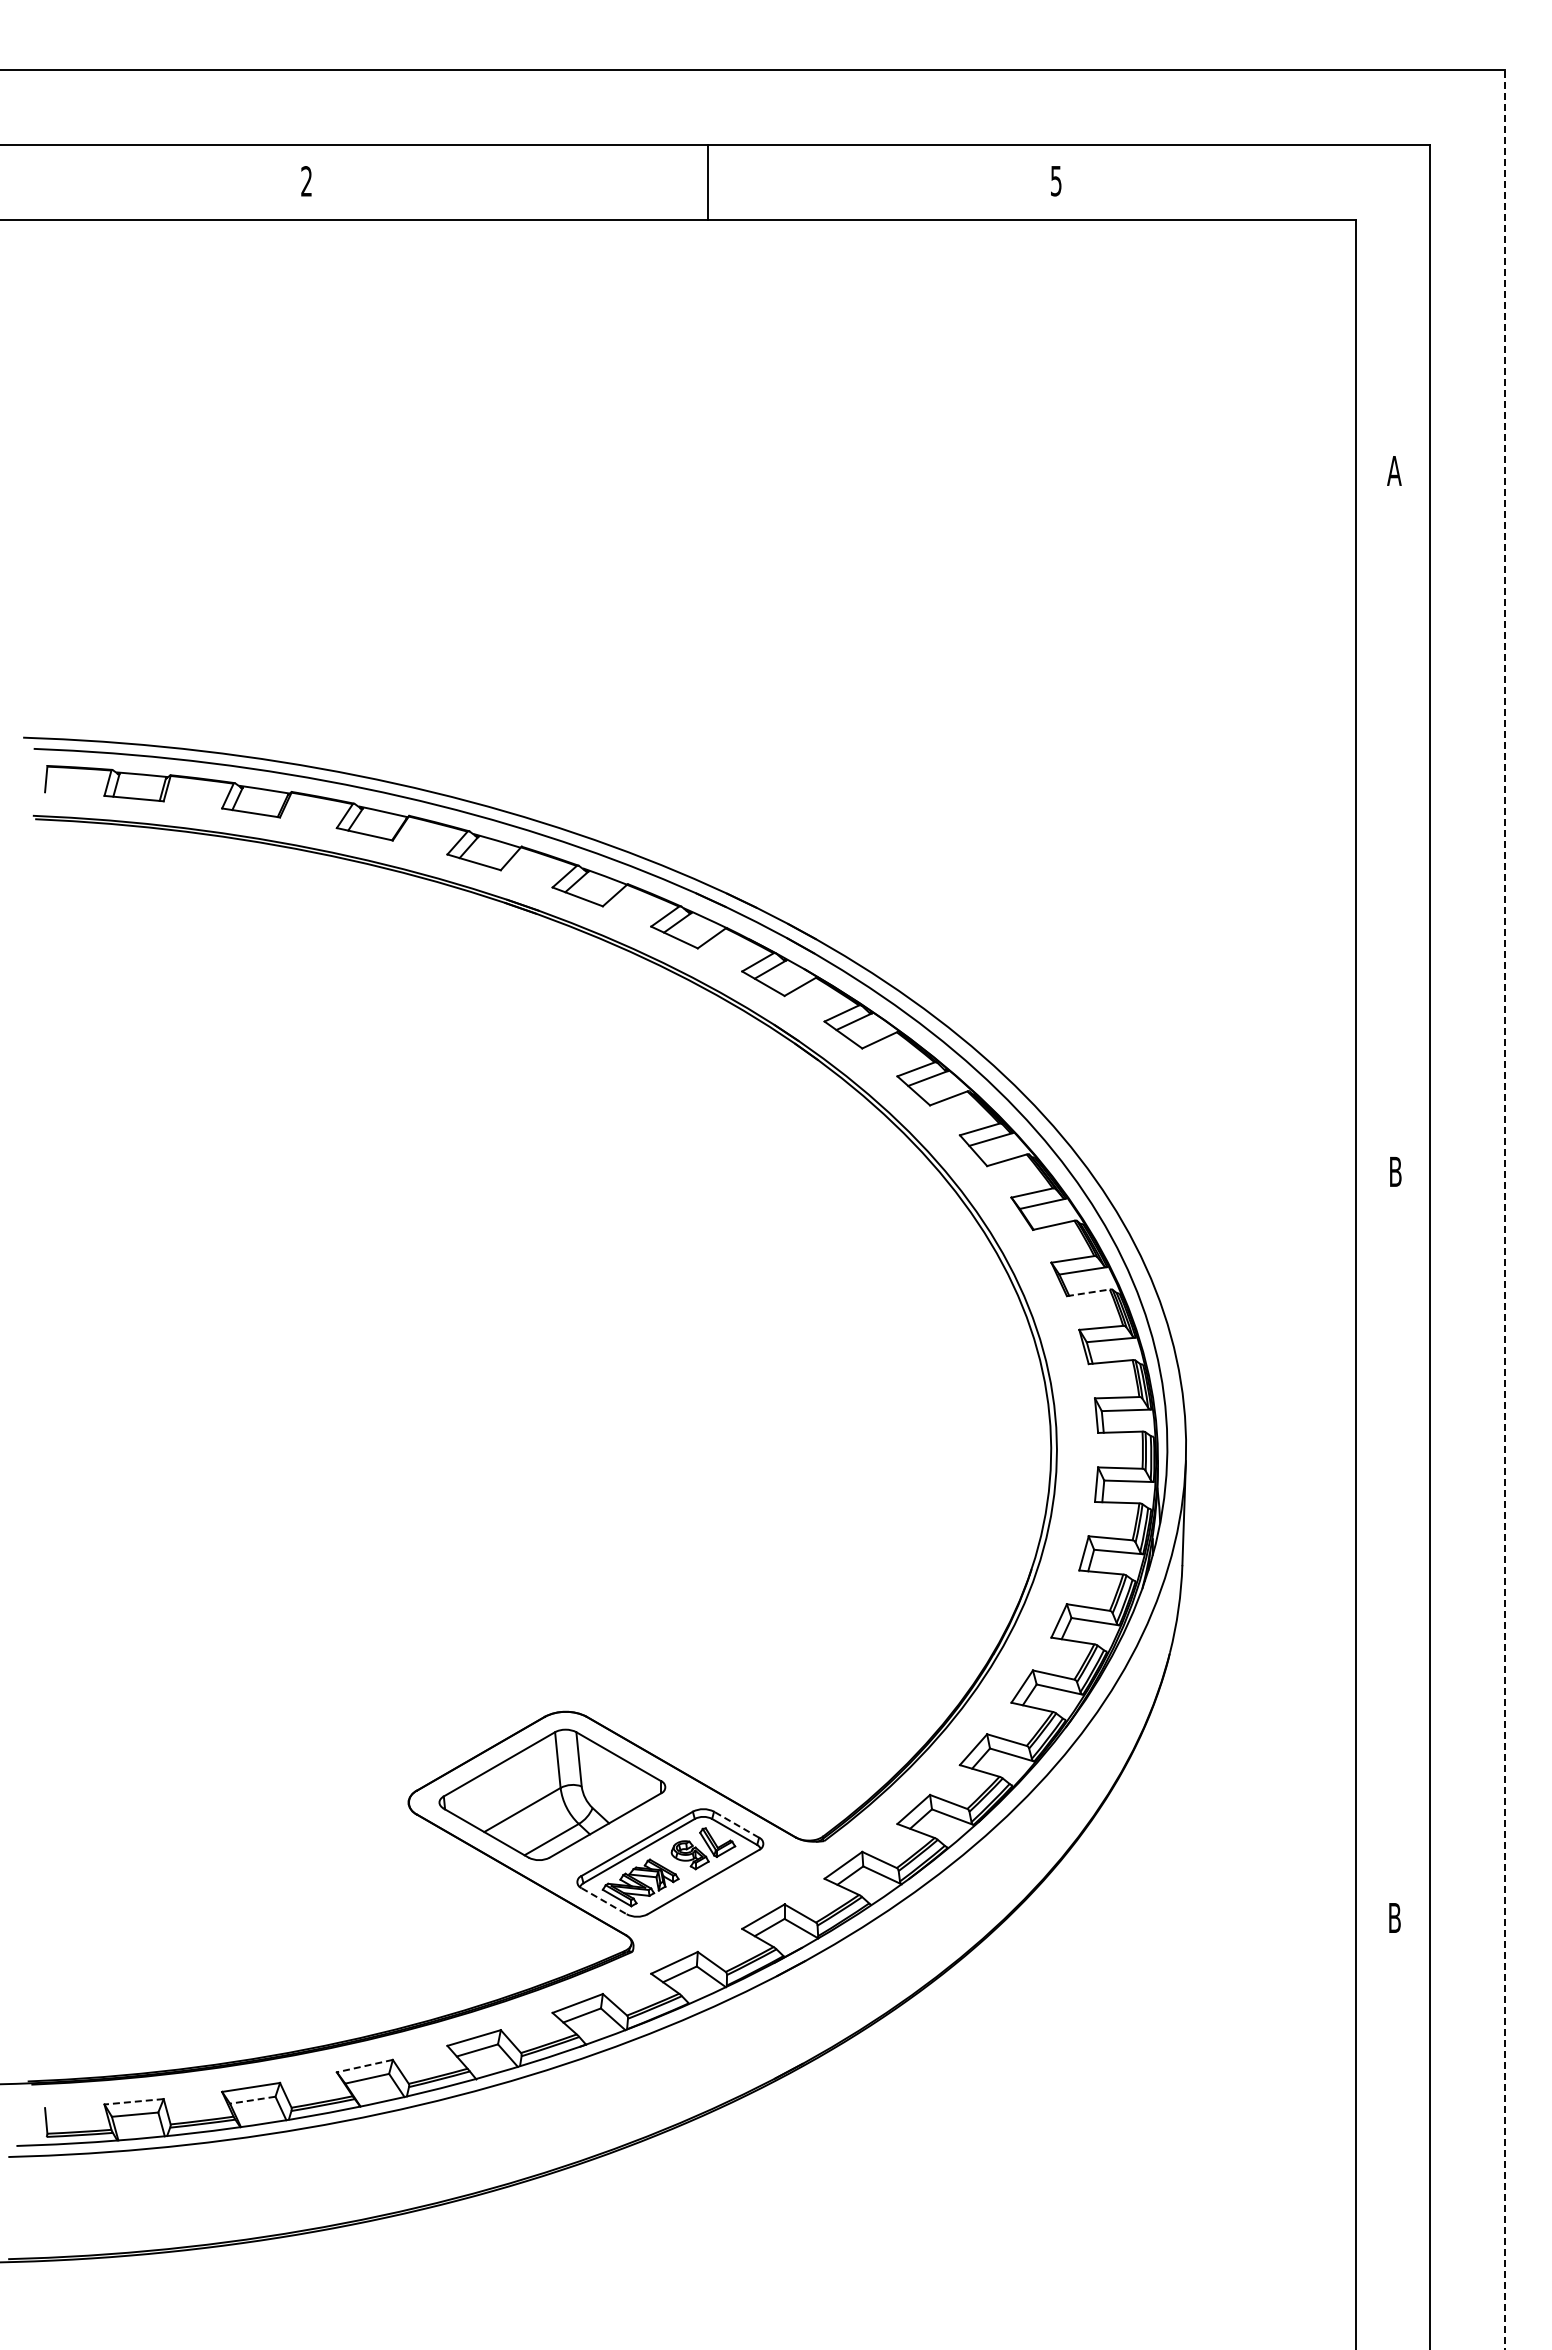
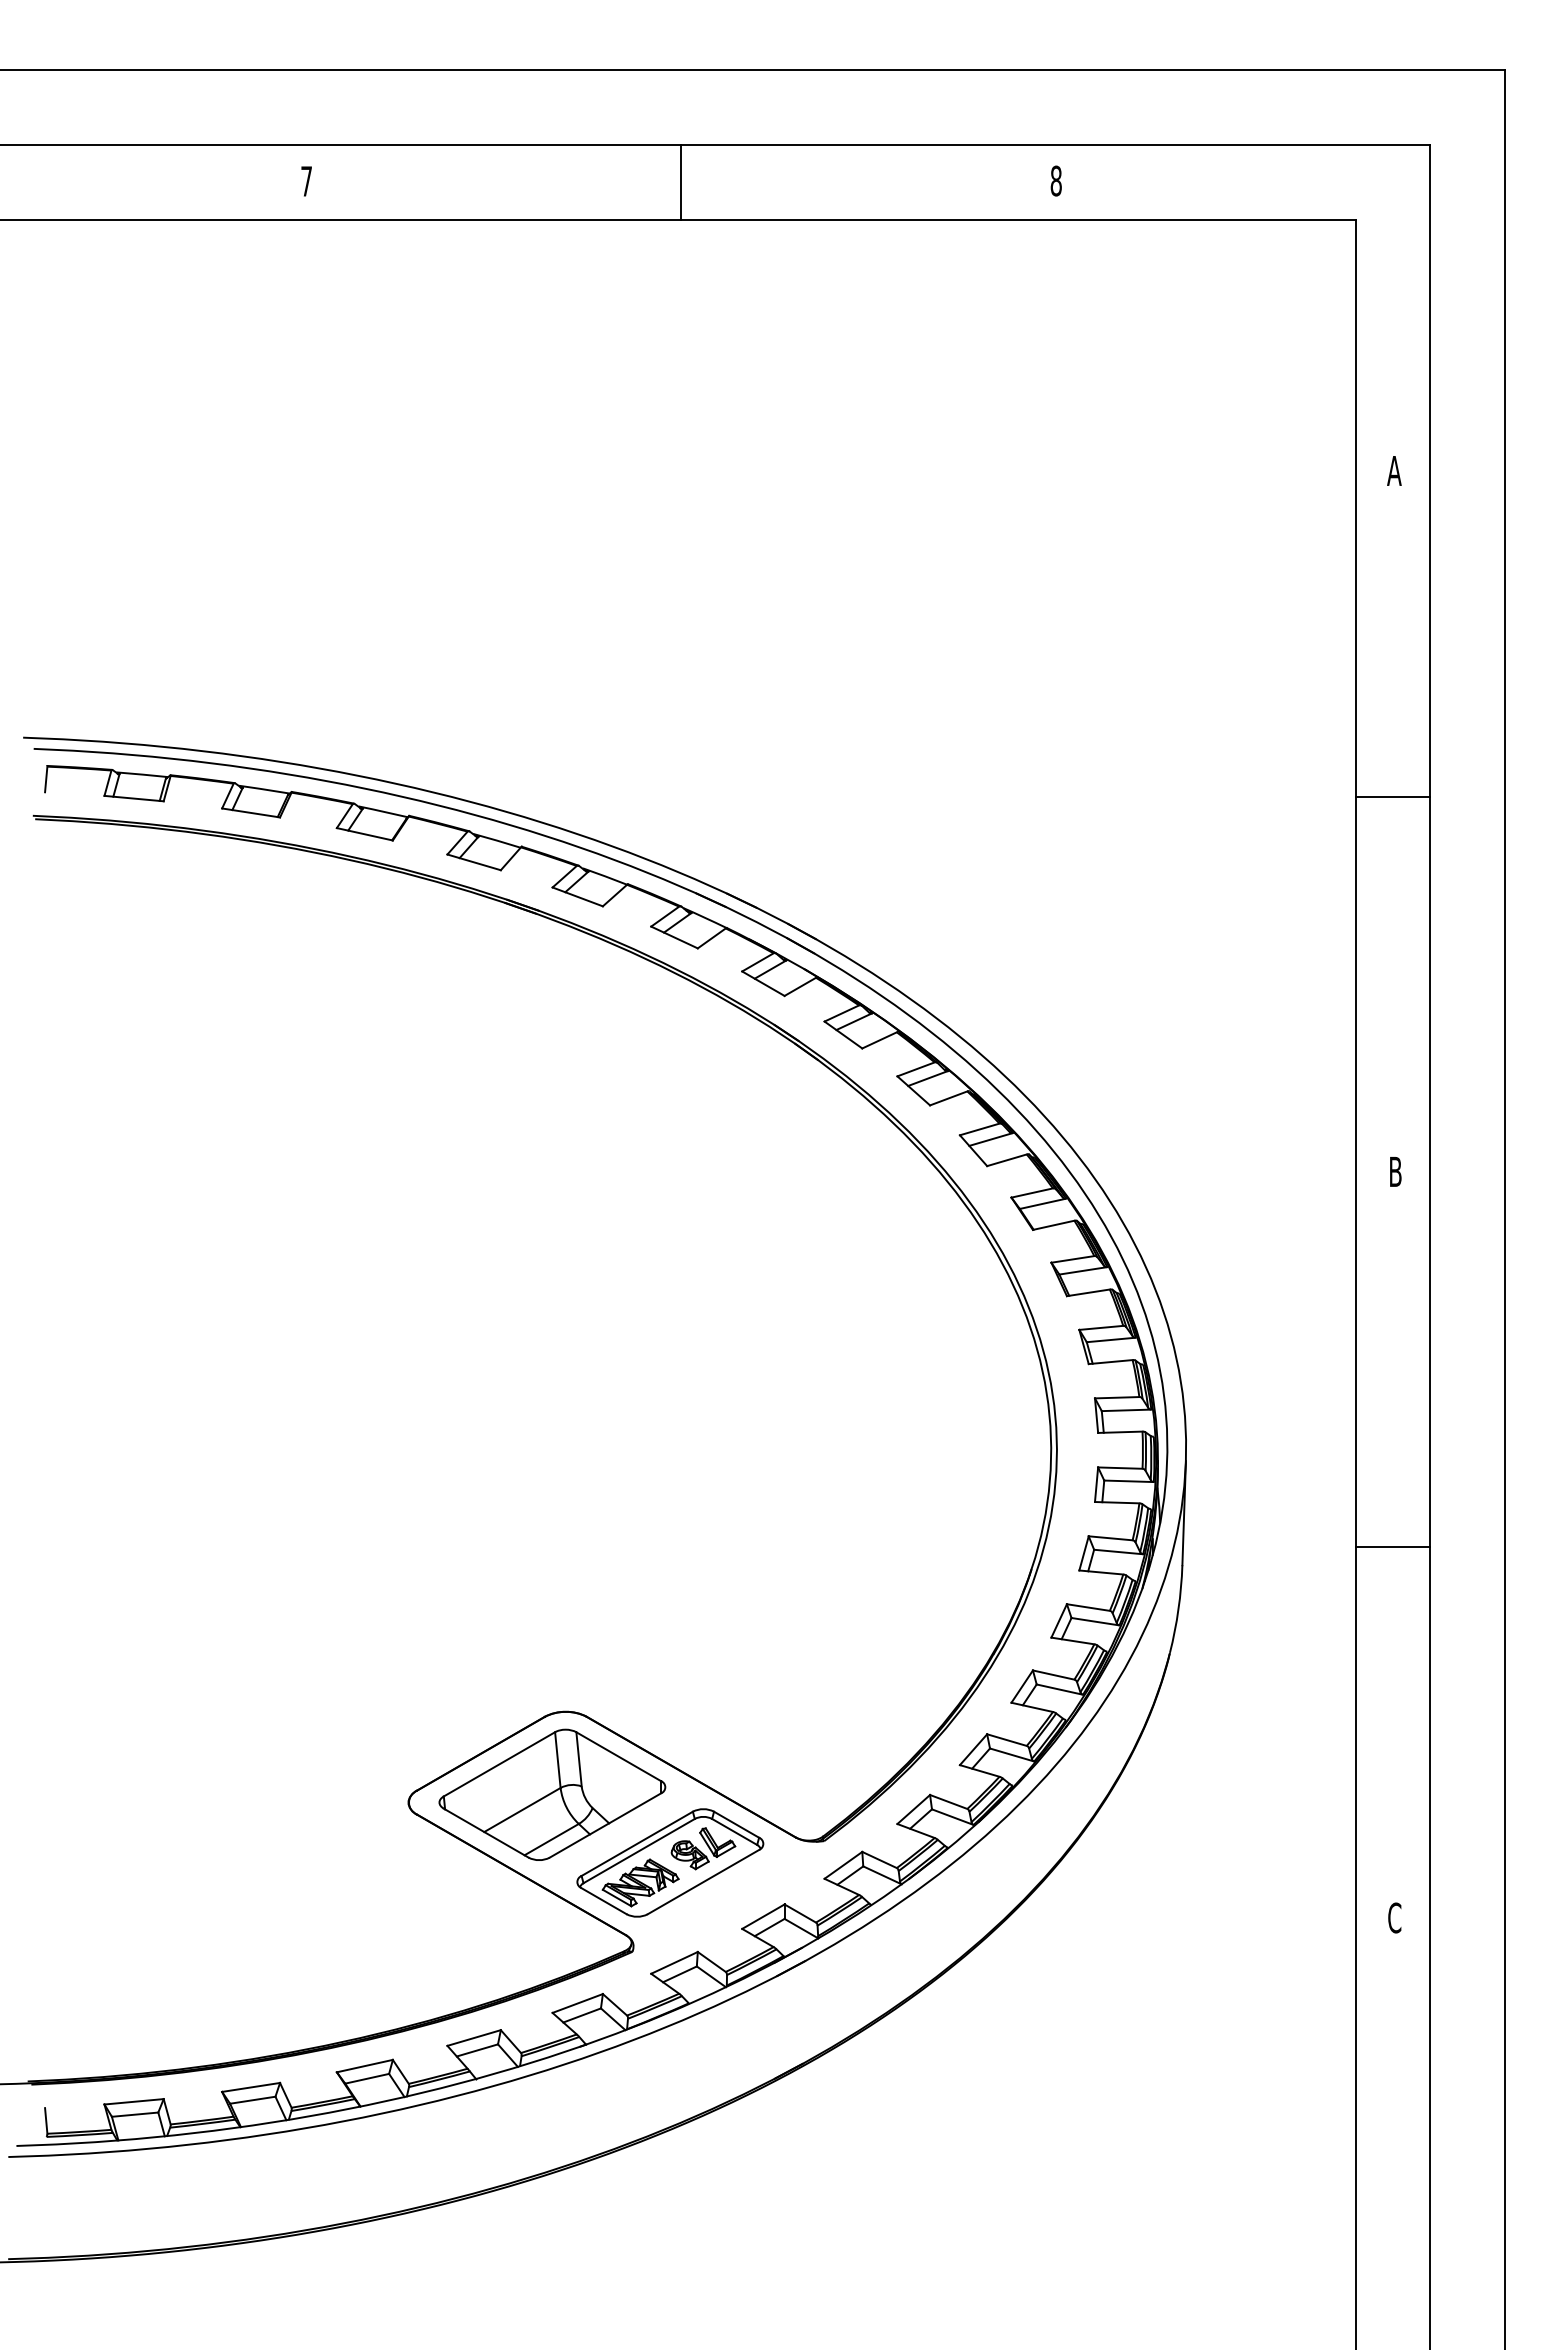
text at (1055, 180): 5 -> 8
text at (306, 181): 2 -> 7
line at (708, 182) position: (708, 182) -> (681, 182)
line at (1392, 797): none -> present
line at (1505, 1209): dashed -> solid
line at (1088, 1292): dashed -> solid
line at (1392, 1546): none -> present
line at (736, 1824): dashed -> solid
line at (604, 1901): dashed -> solid
text at (1394, 1917): B -> C
line at (364, 2066): dashed -> solid
line at (252, 2100): dashed -> solid
line at (134, 2101): dashed -> solid
